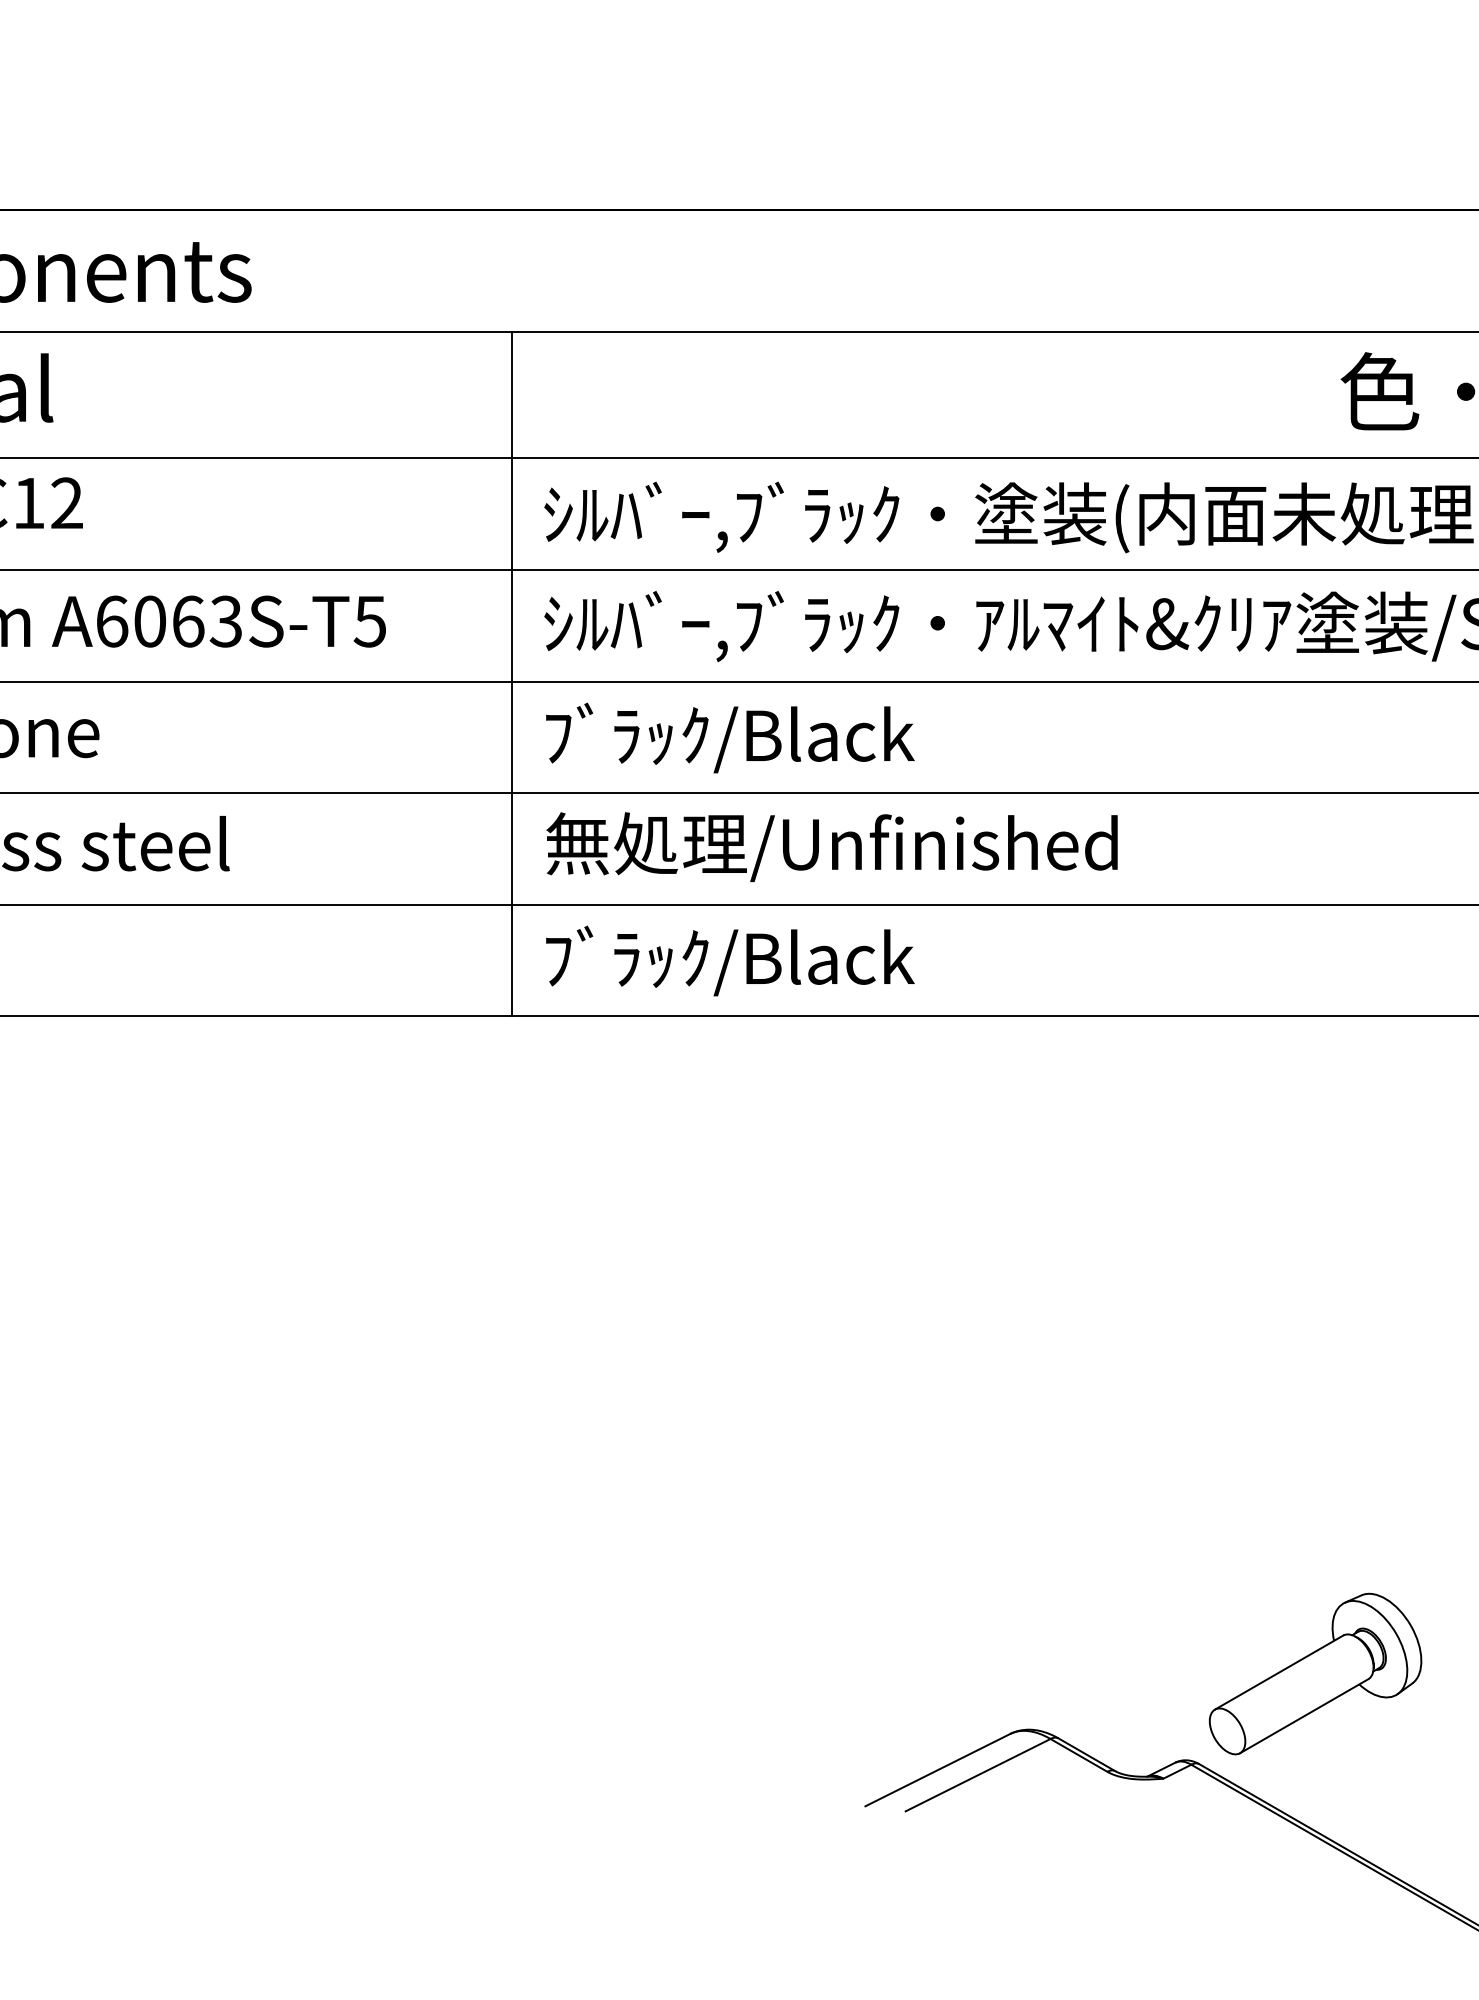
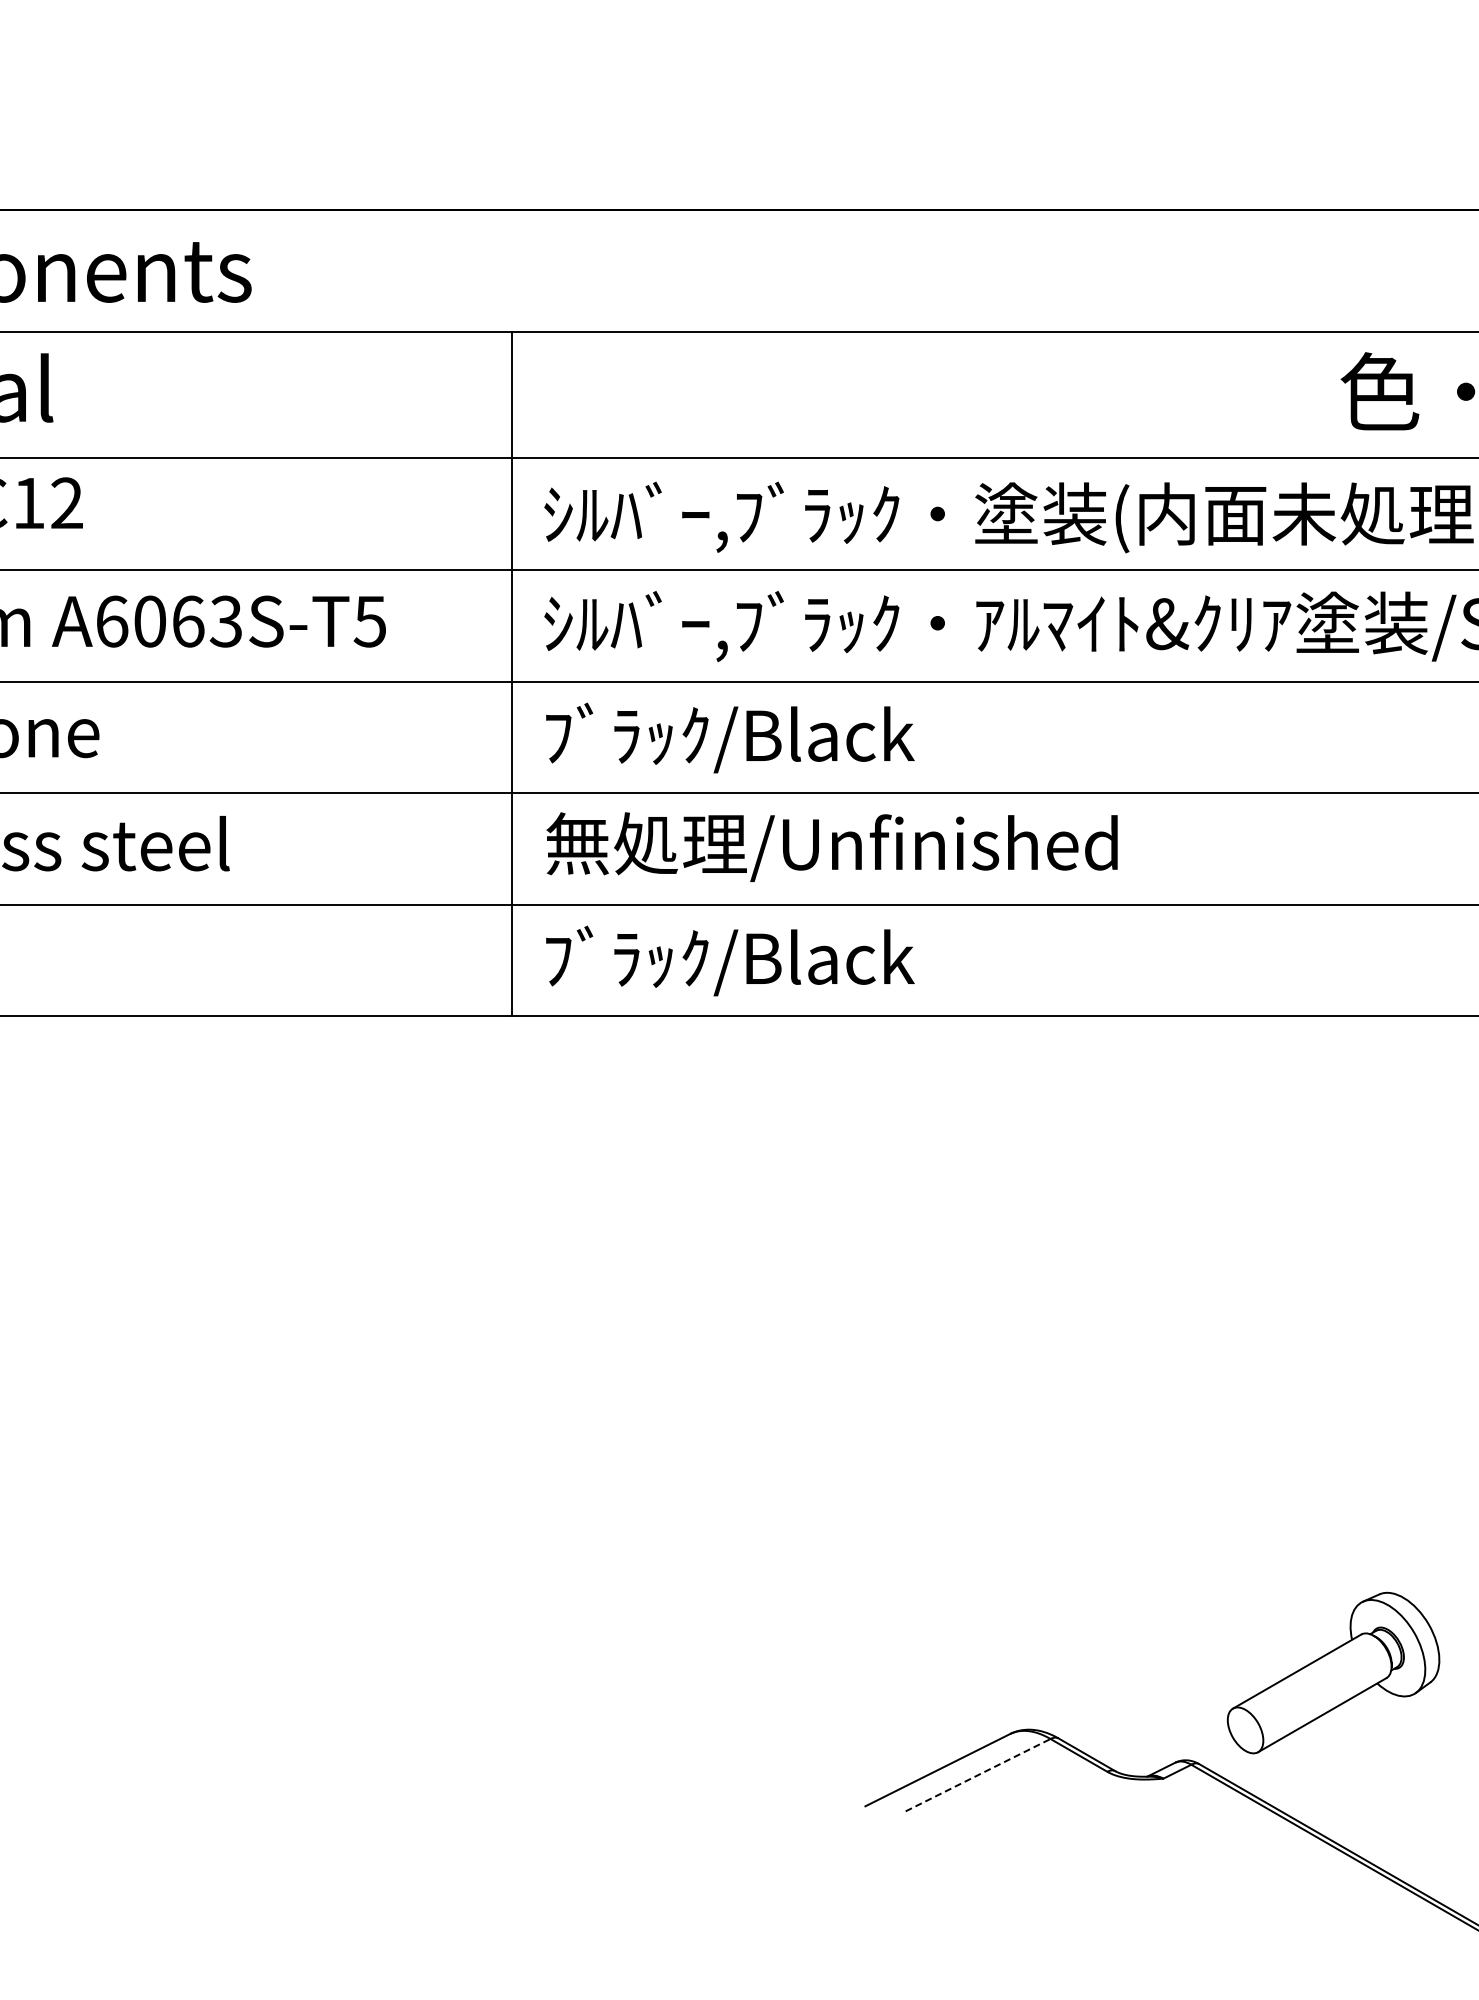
part at (1315, 1673) position: (1315, 1673) -> (1333, 1672)
line at (978, 1775): solid -> dashed
